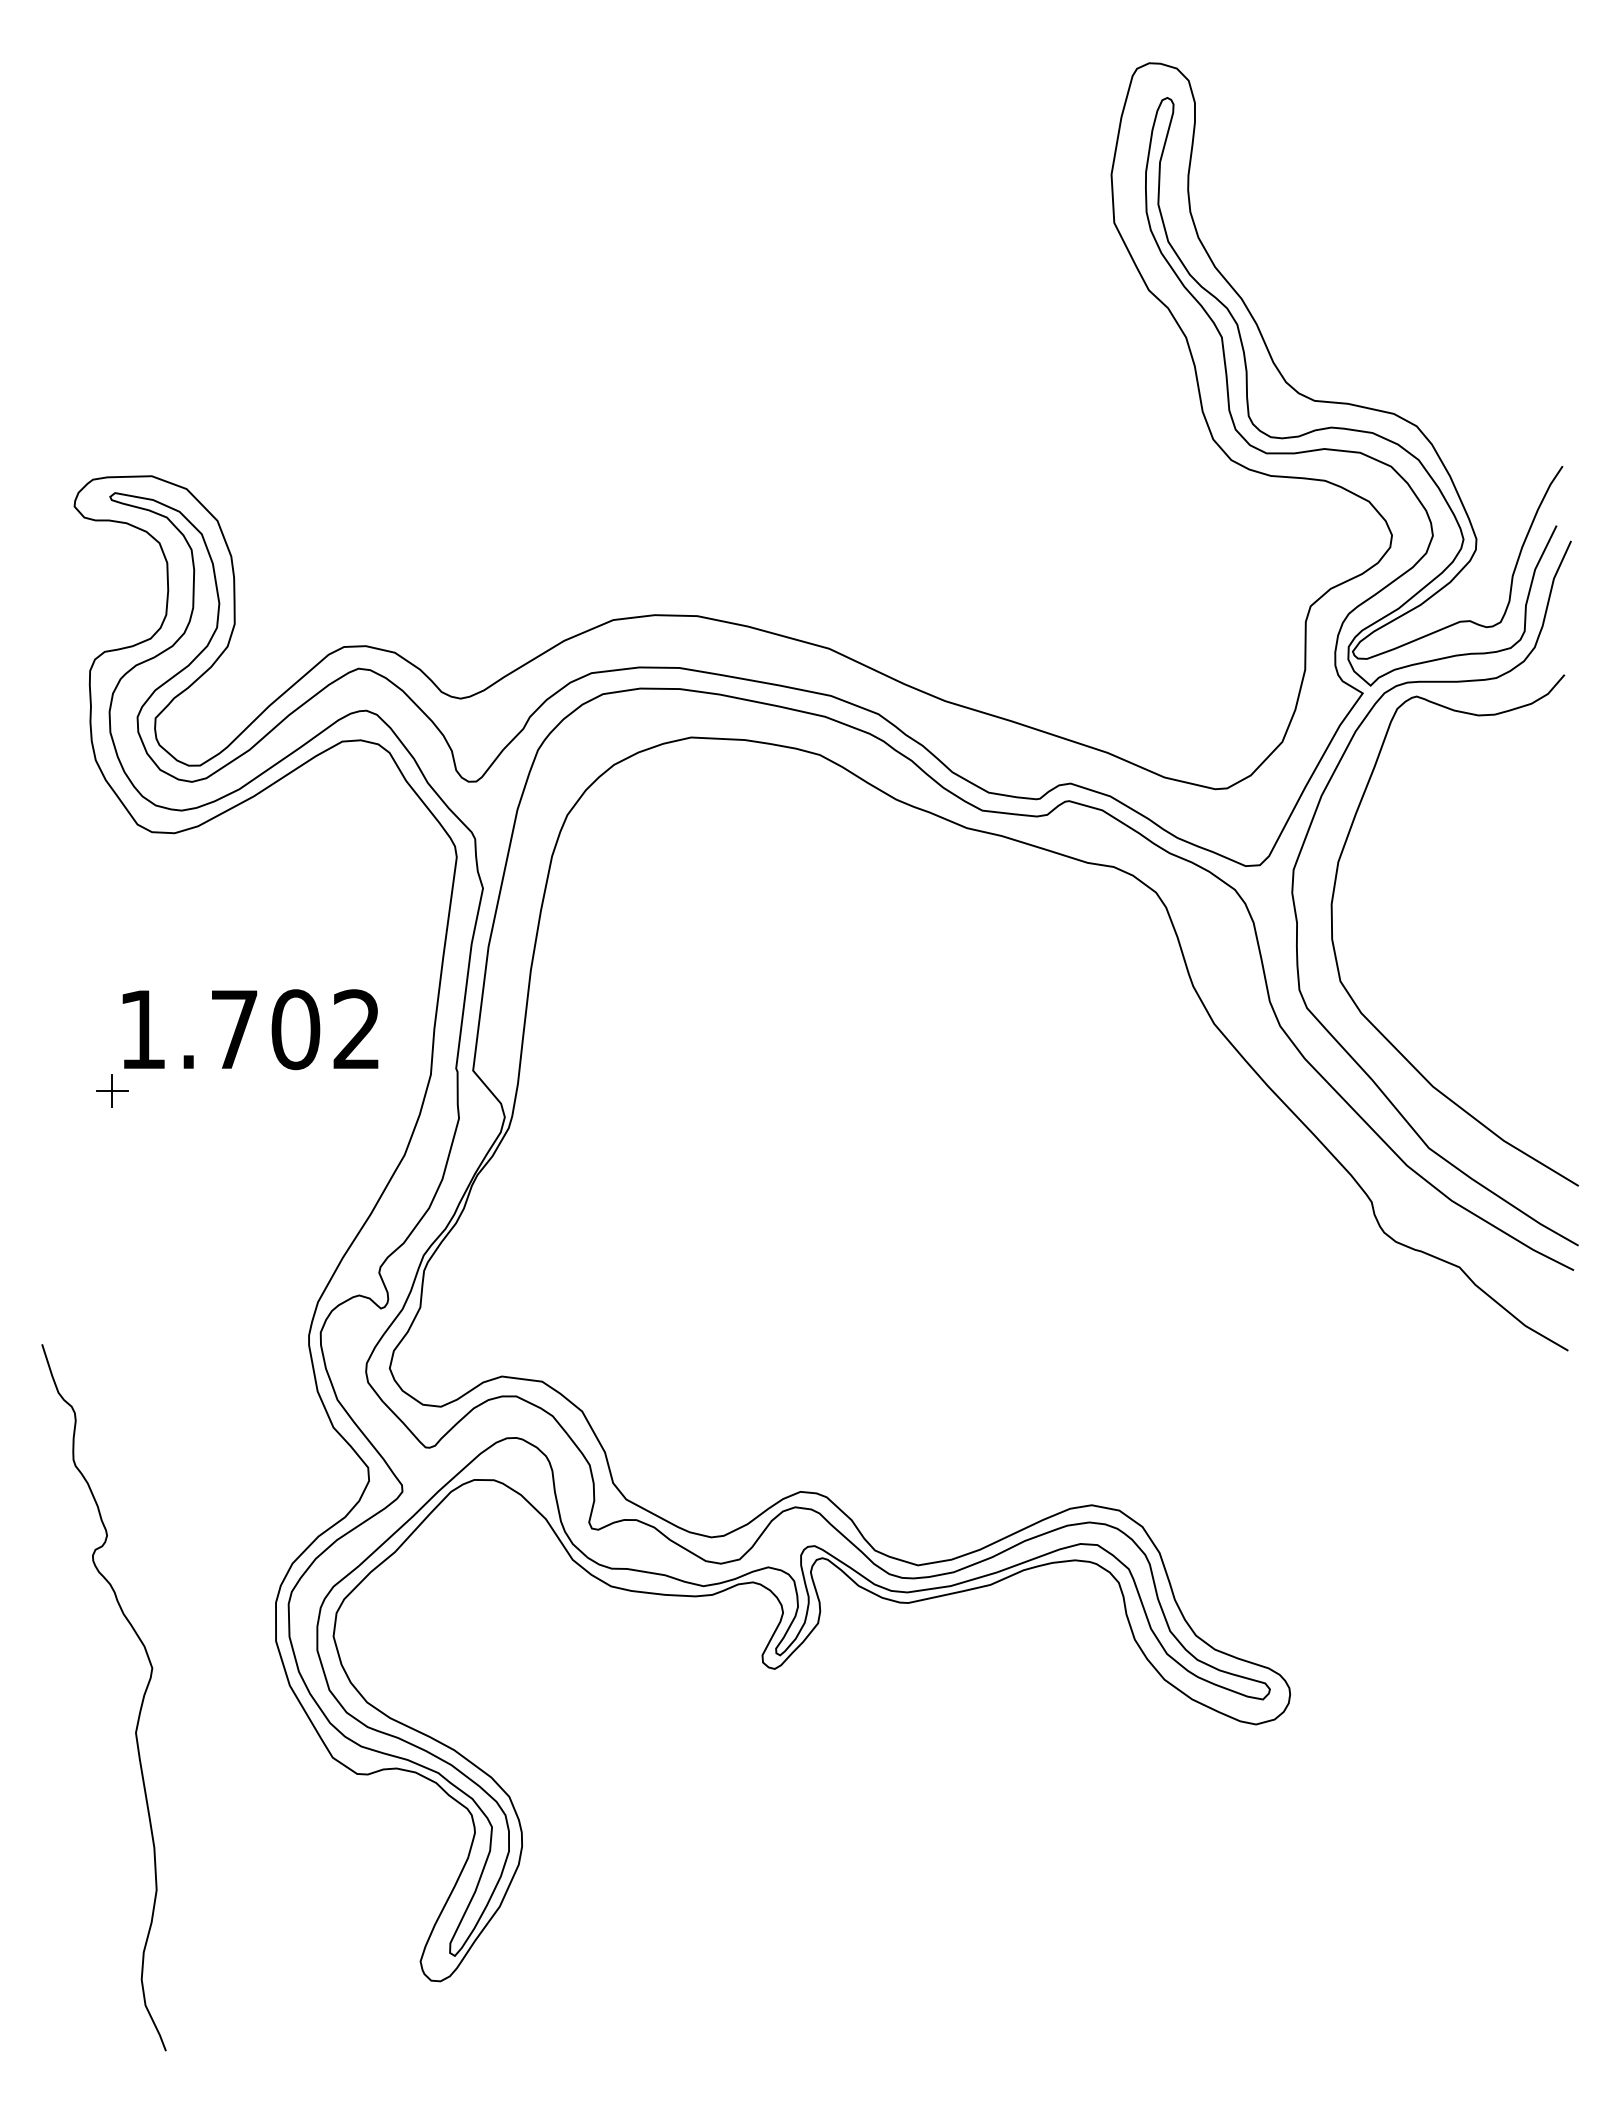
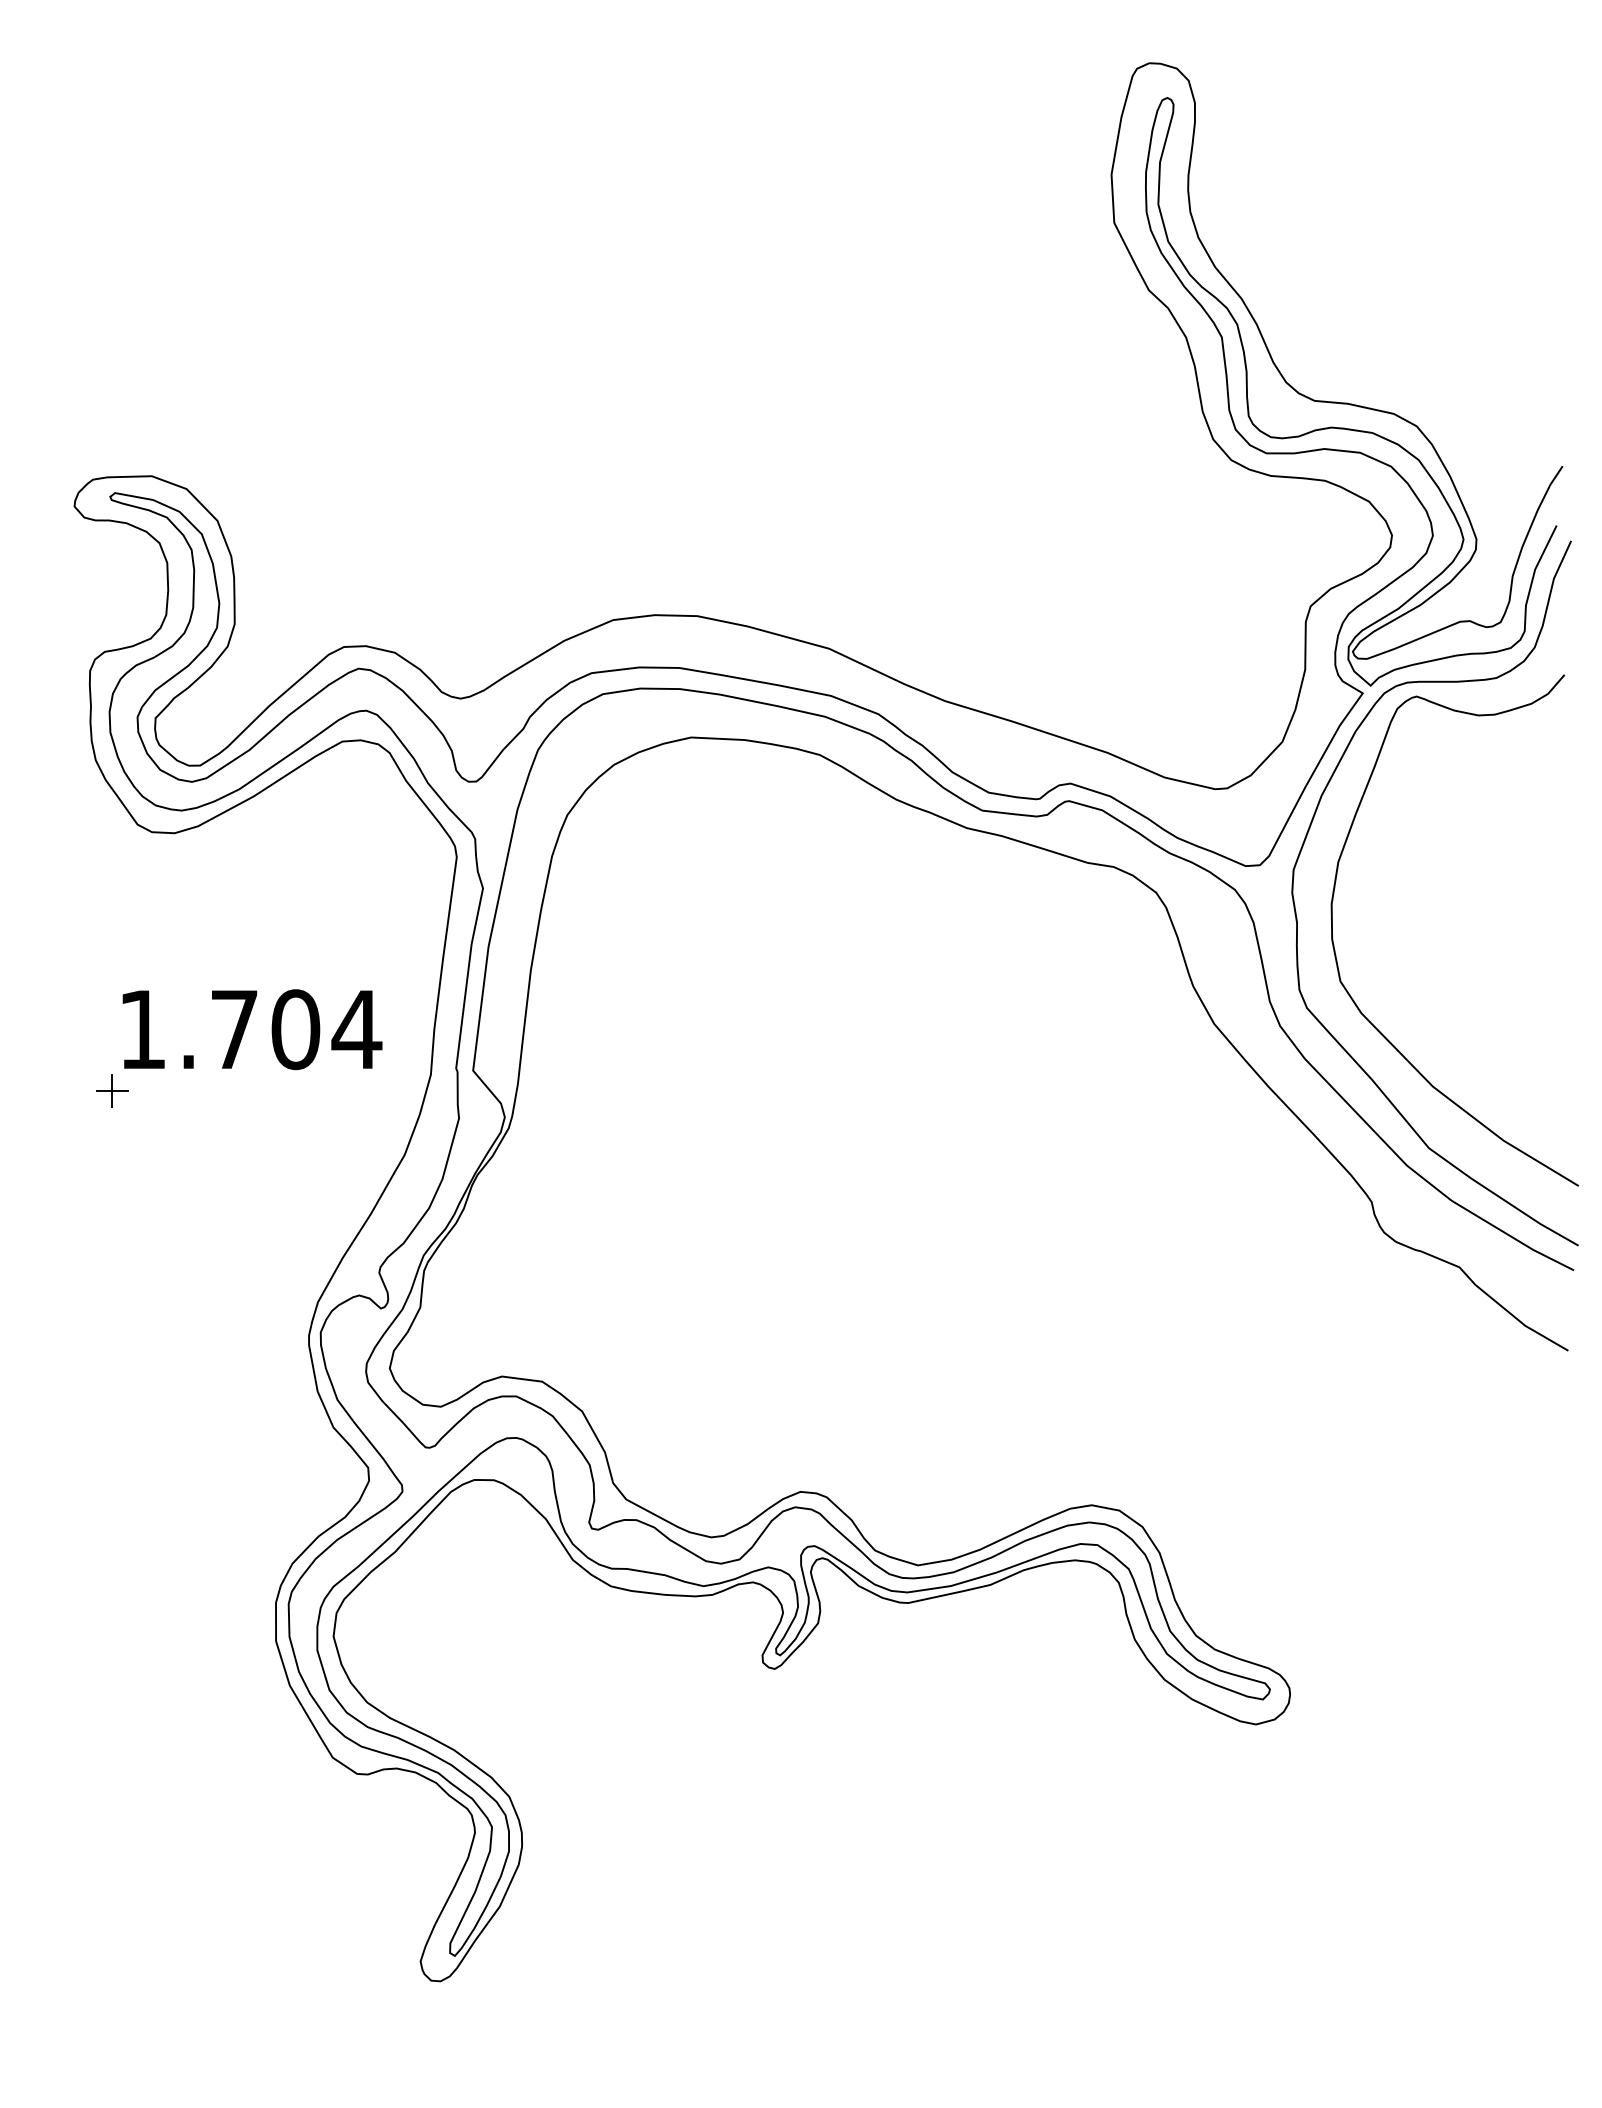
text at (356, 1028): 1.702 -> 1.704
curve at (140, 1705): present -> none
